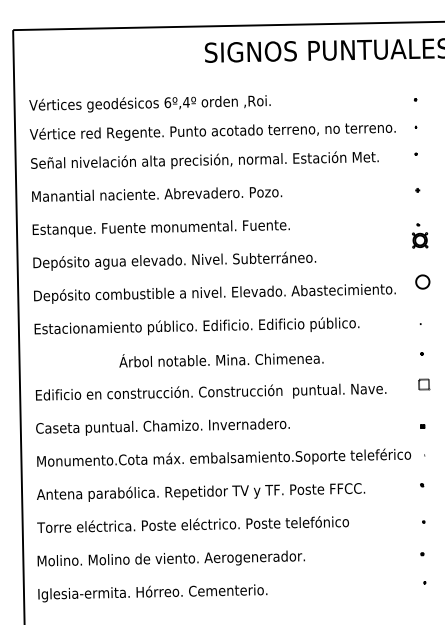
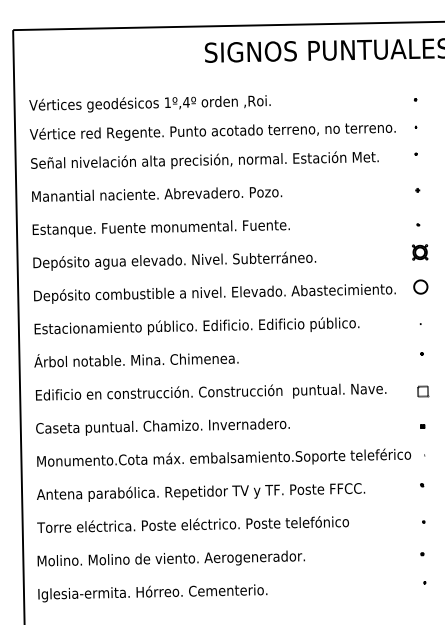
text at (167, 102): 6º,4º -> 1º,4º
part at (420, 240) position: (420, 240) -> (420, 252)
part at (422, 281) position: (422, 281) -> (420, 286)
text at (221, 360) position: (221, 360) -> (136, 360)
part at (424, 384) position: (424, 384) -> (423, 391)
